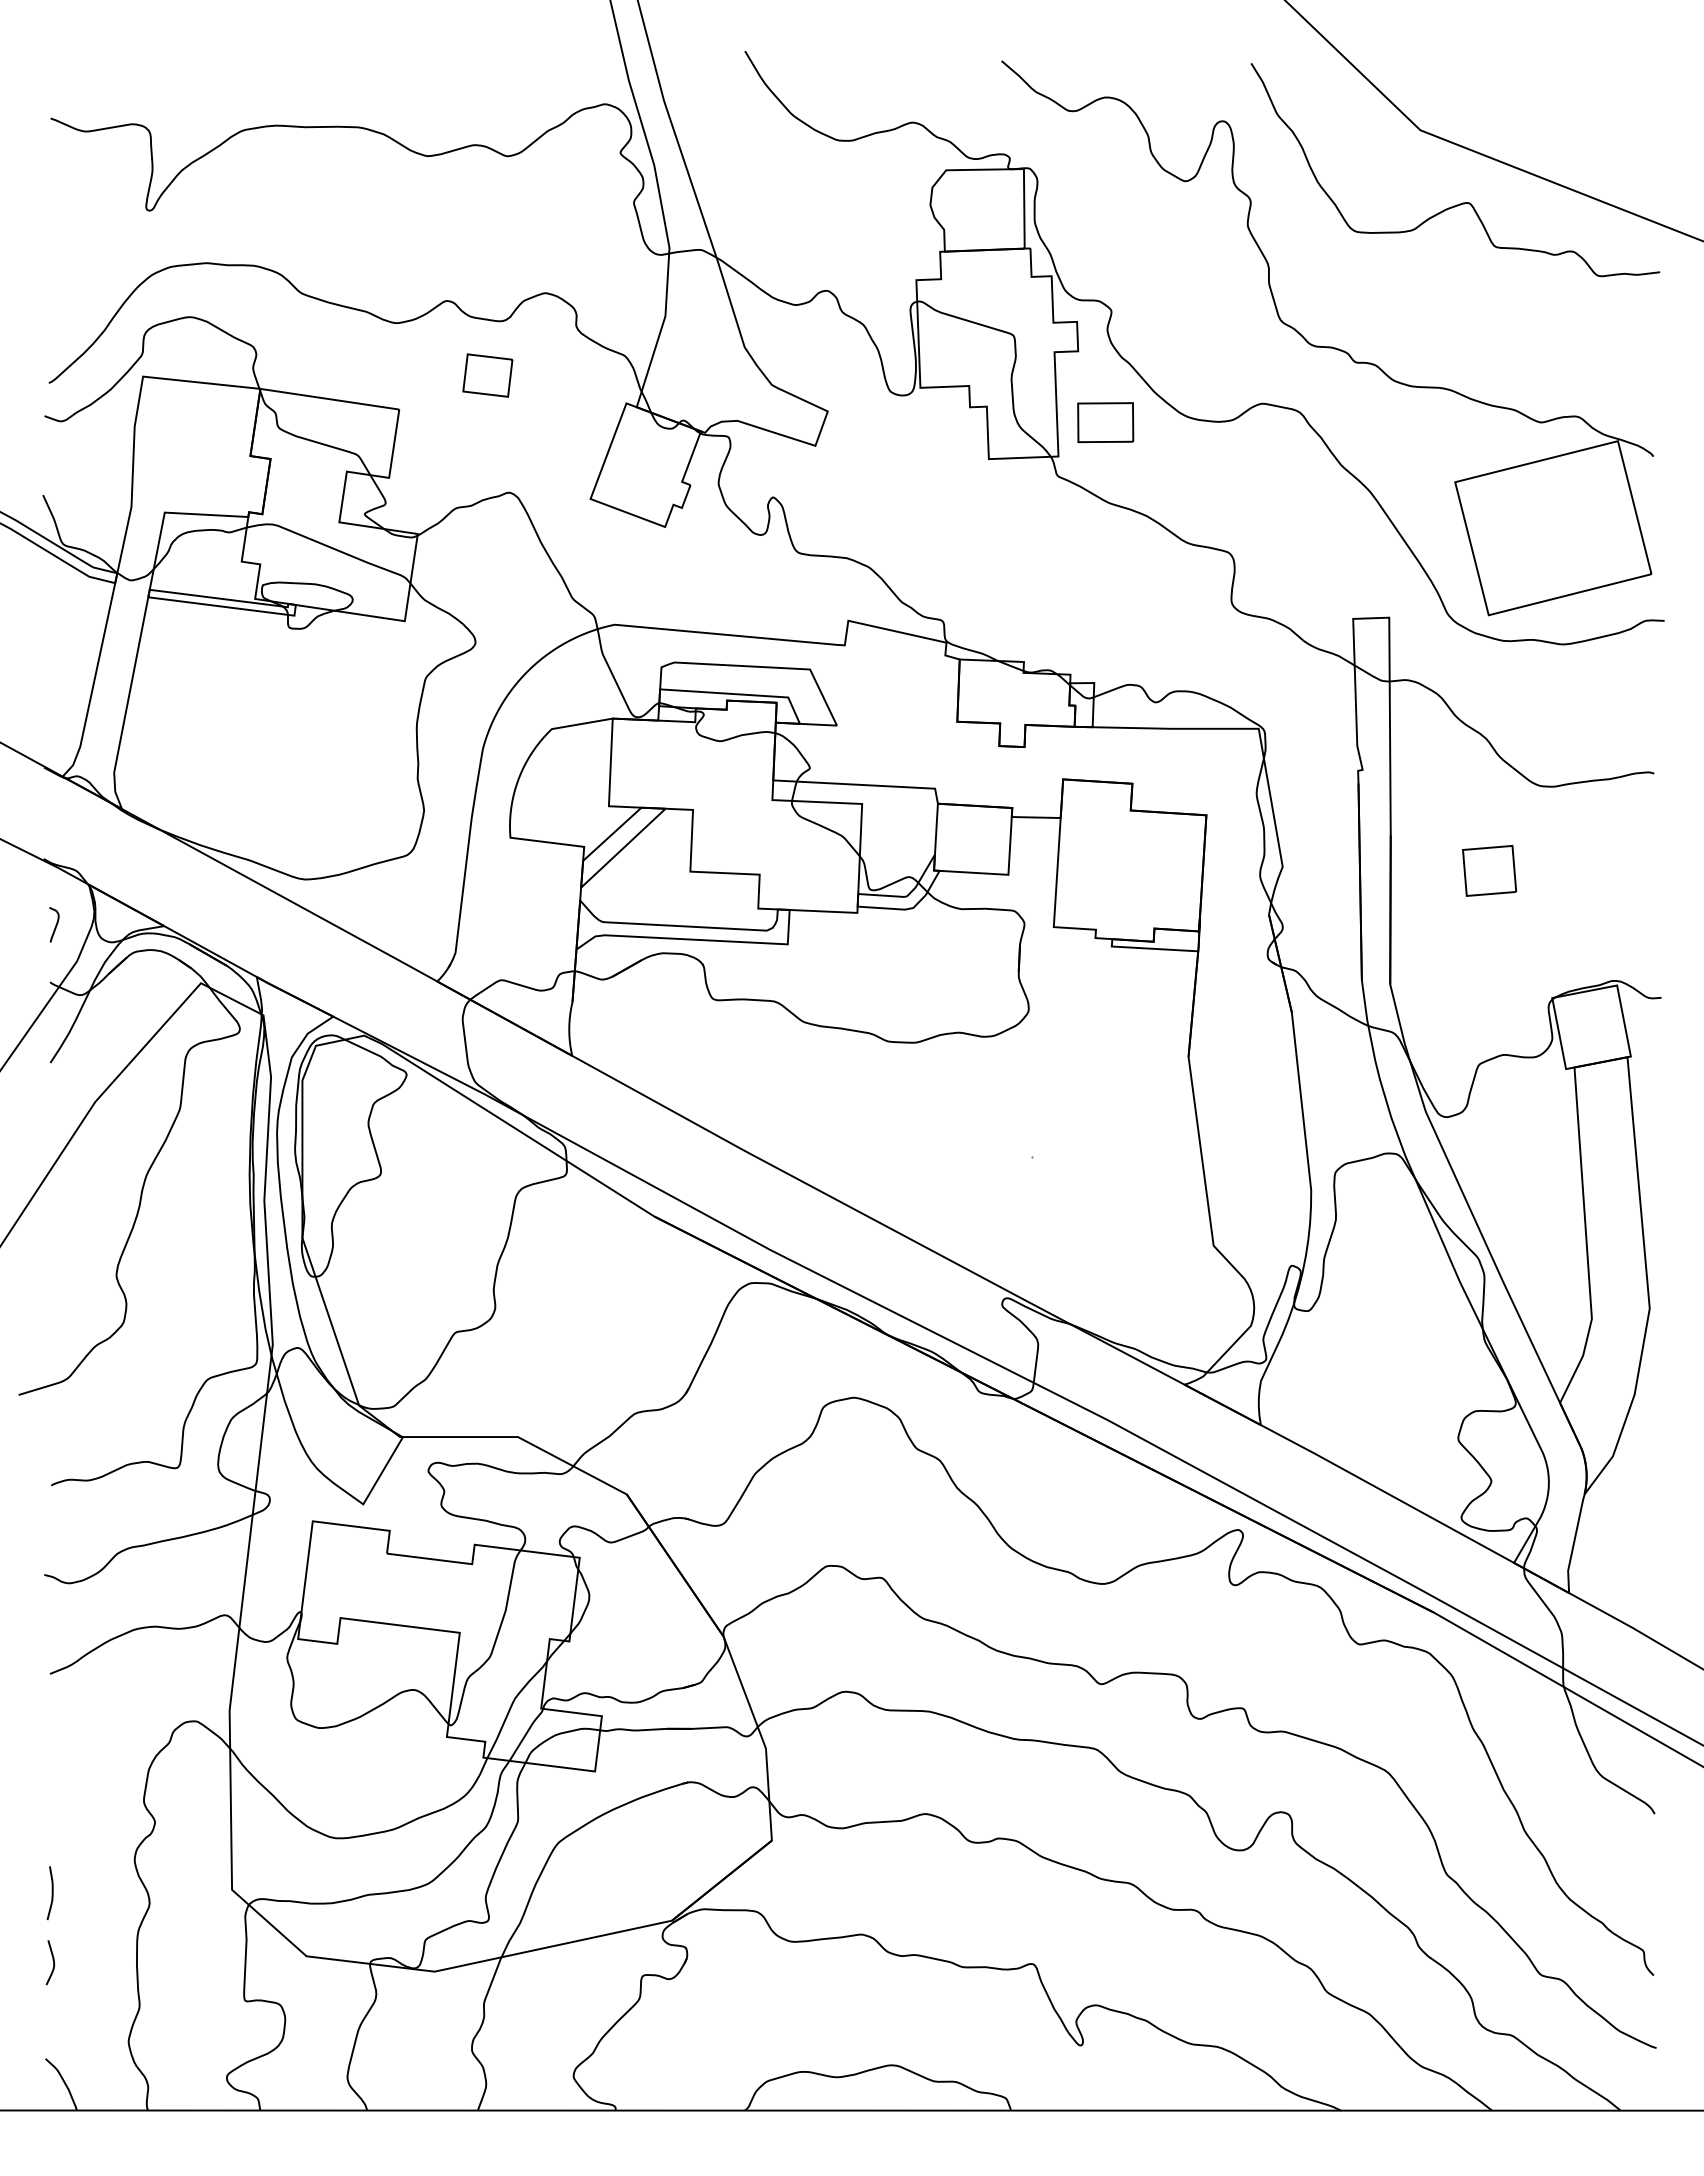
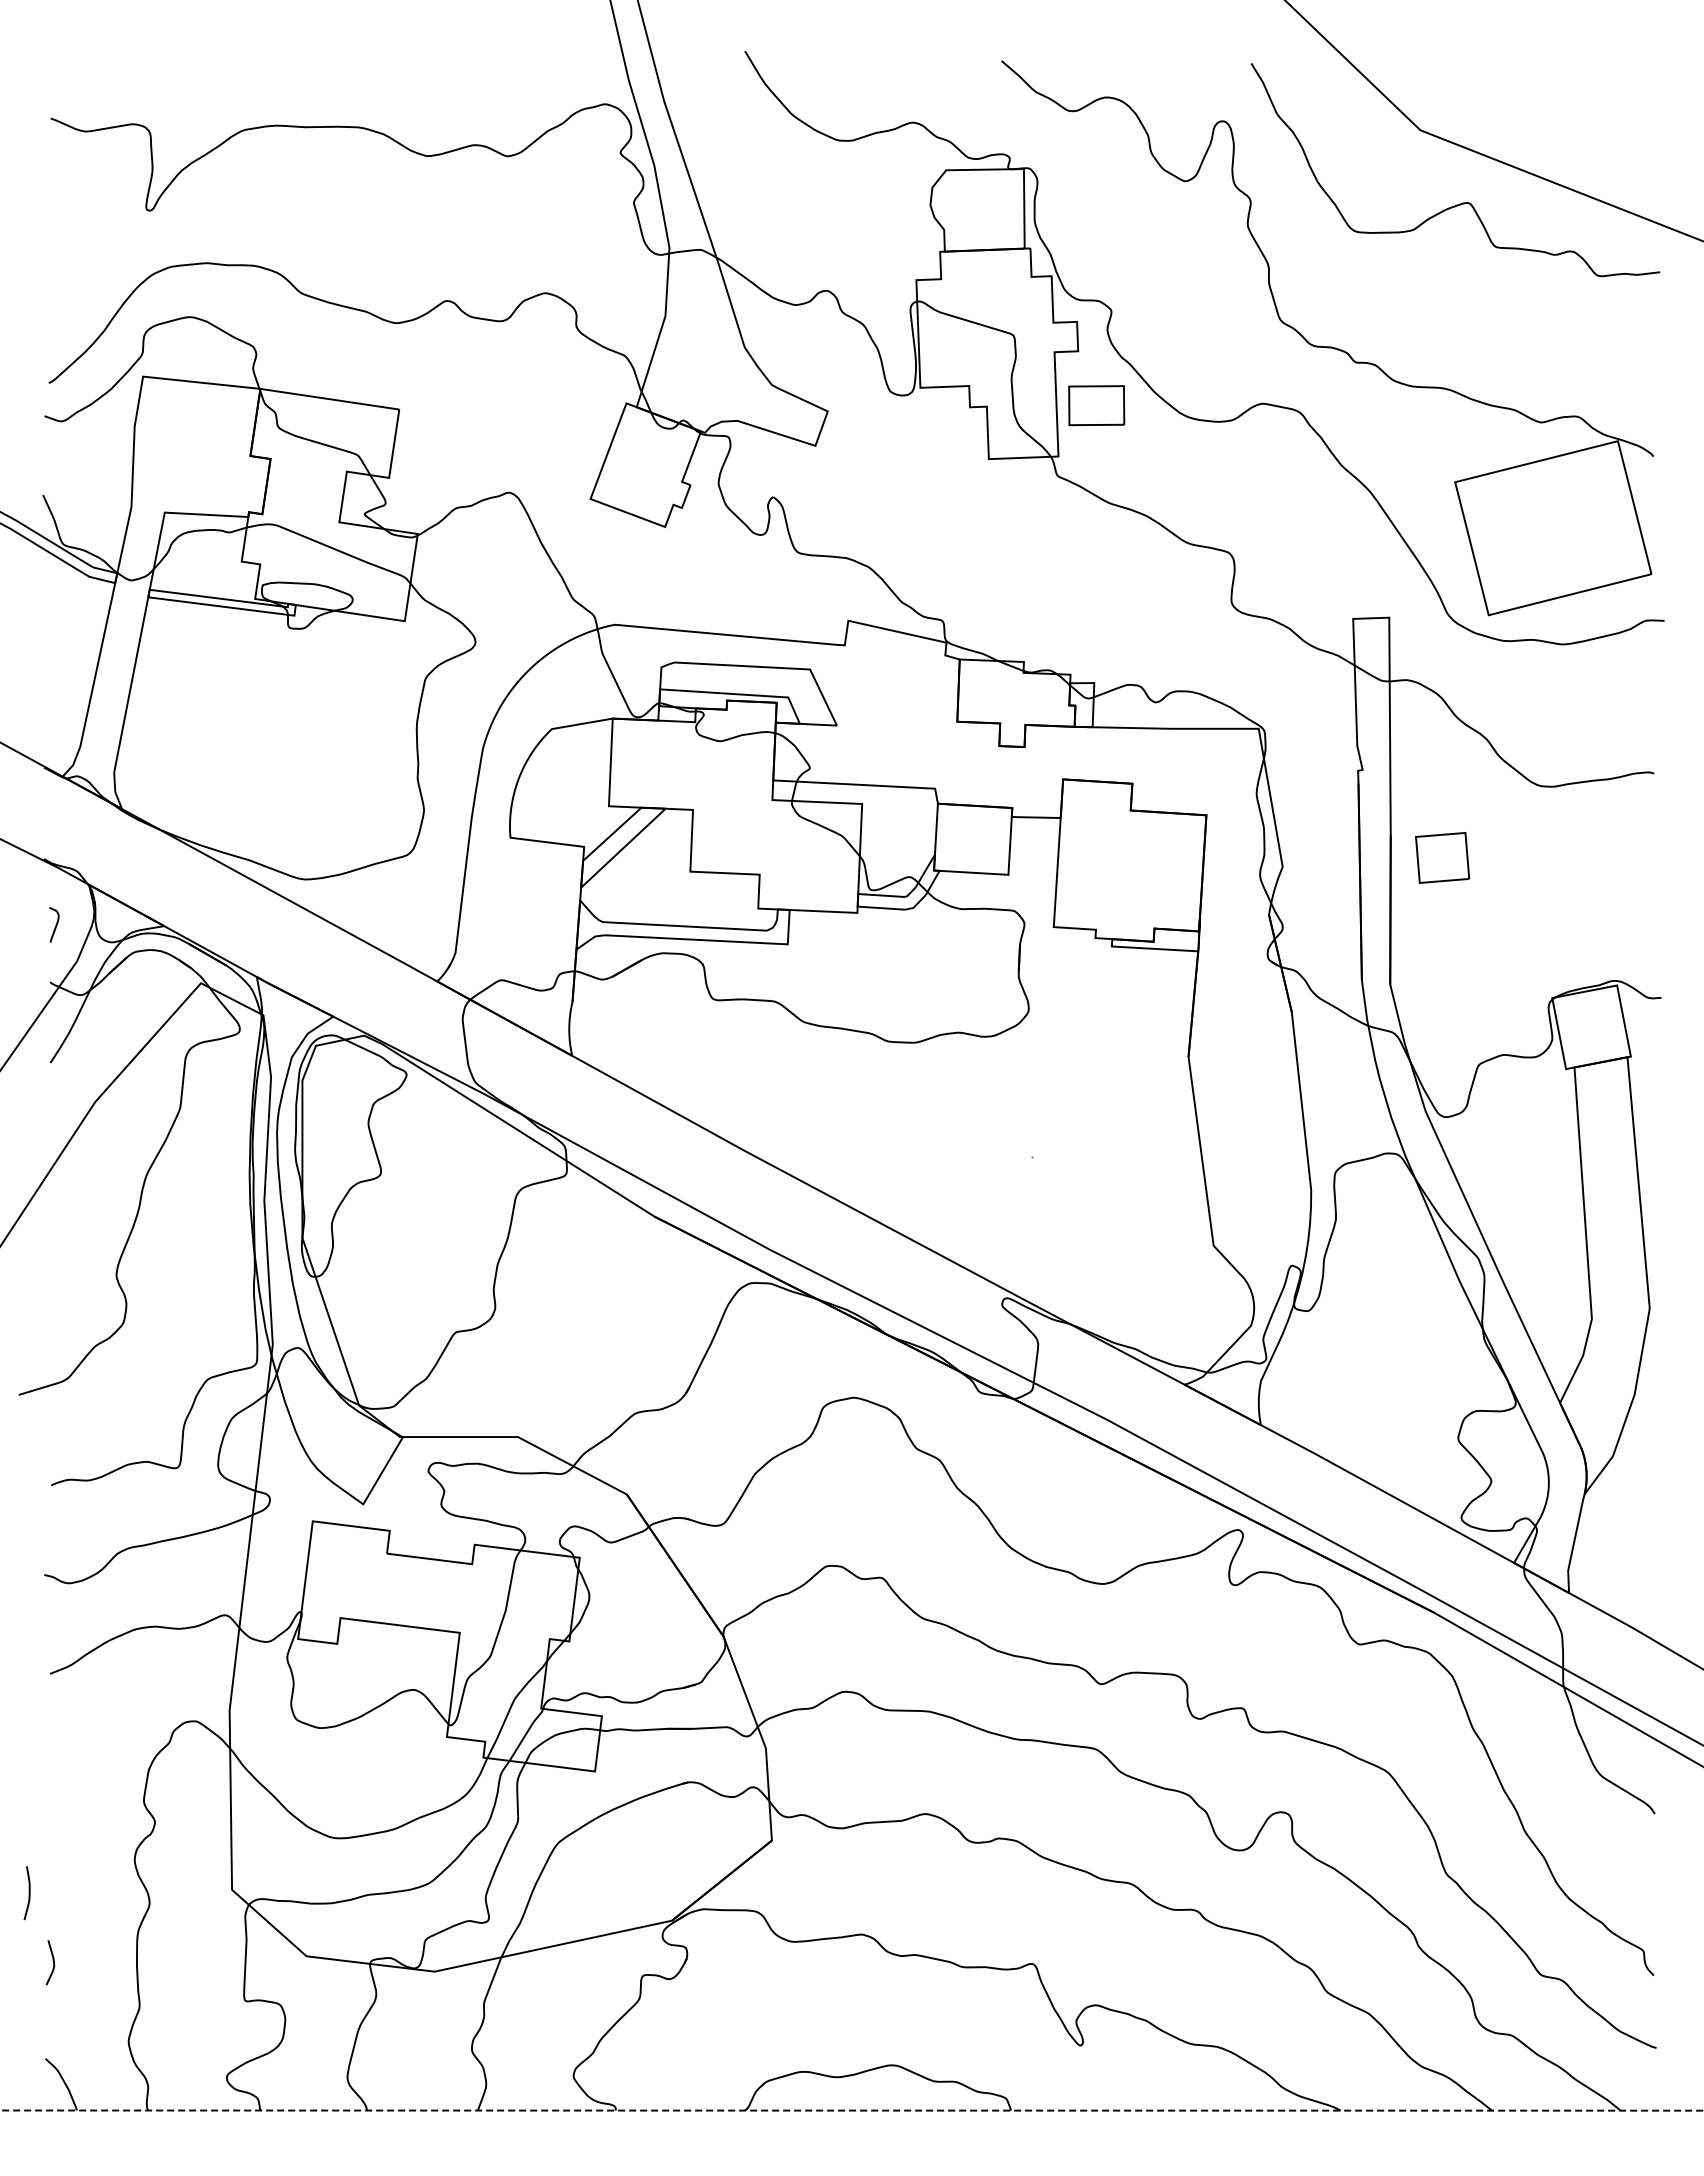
part at (487, 375): present -> none
part at (1105, 422) position: (1105, 422) -> (1096, 405)
part at (1489, 870) position: (1489, 870) -> (1442, 857)
curve at (51, 1893) position: (51, 1893) -> (28, 1893)
line at (851, 2110): solid -> dashed
